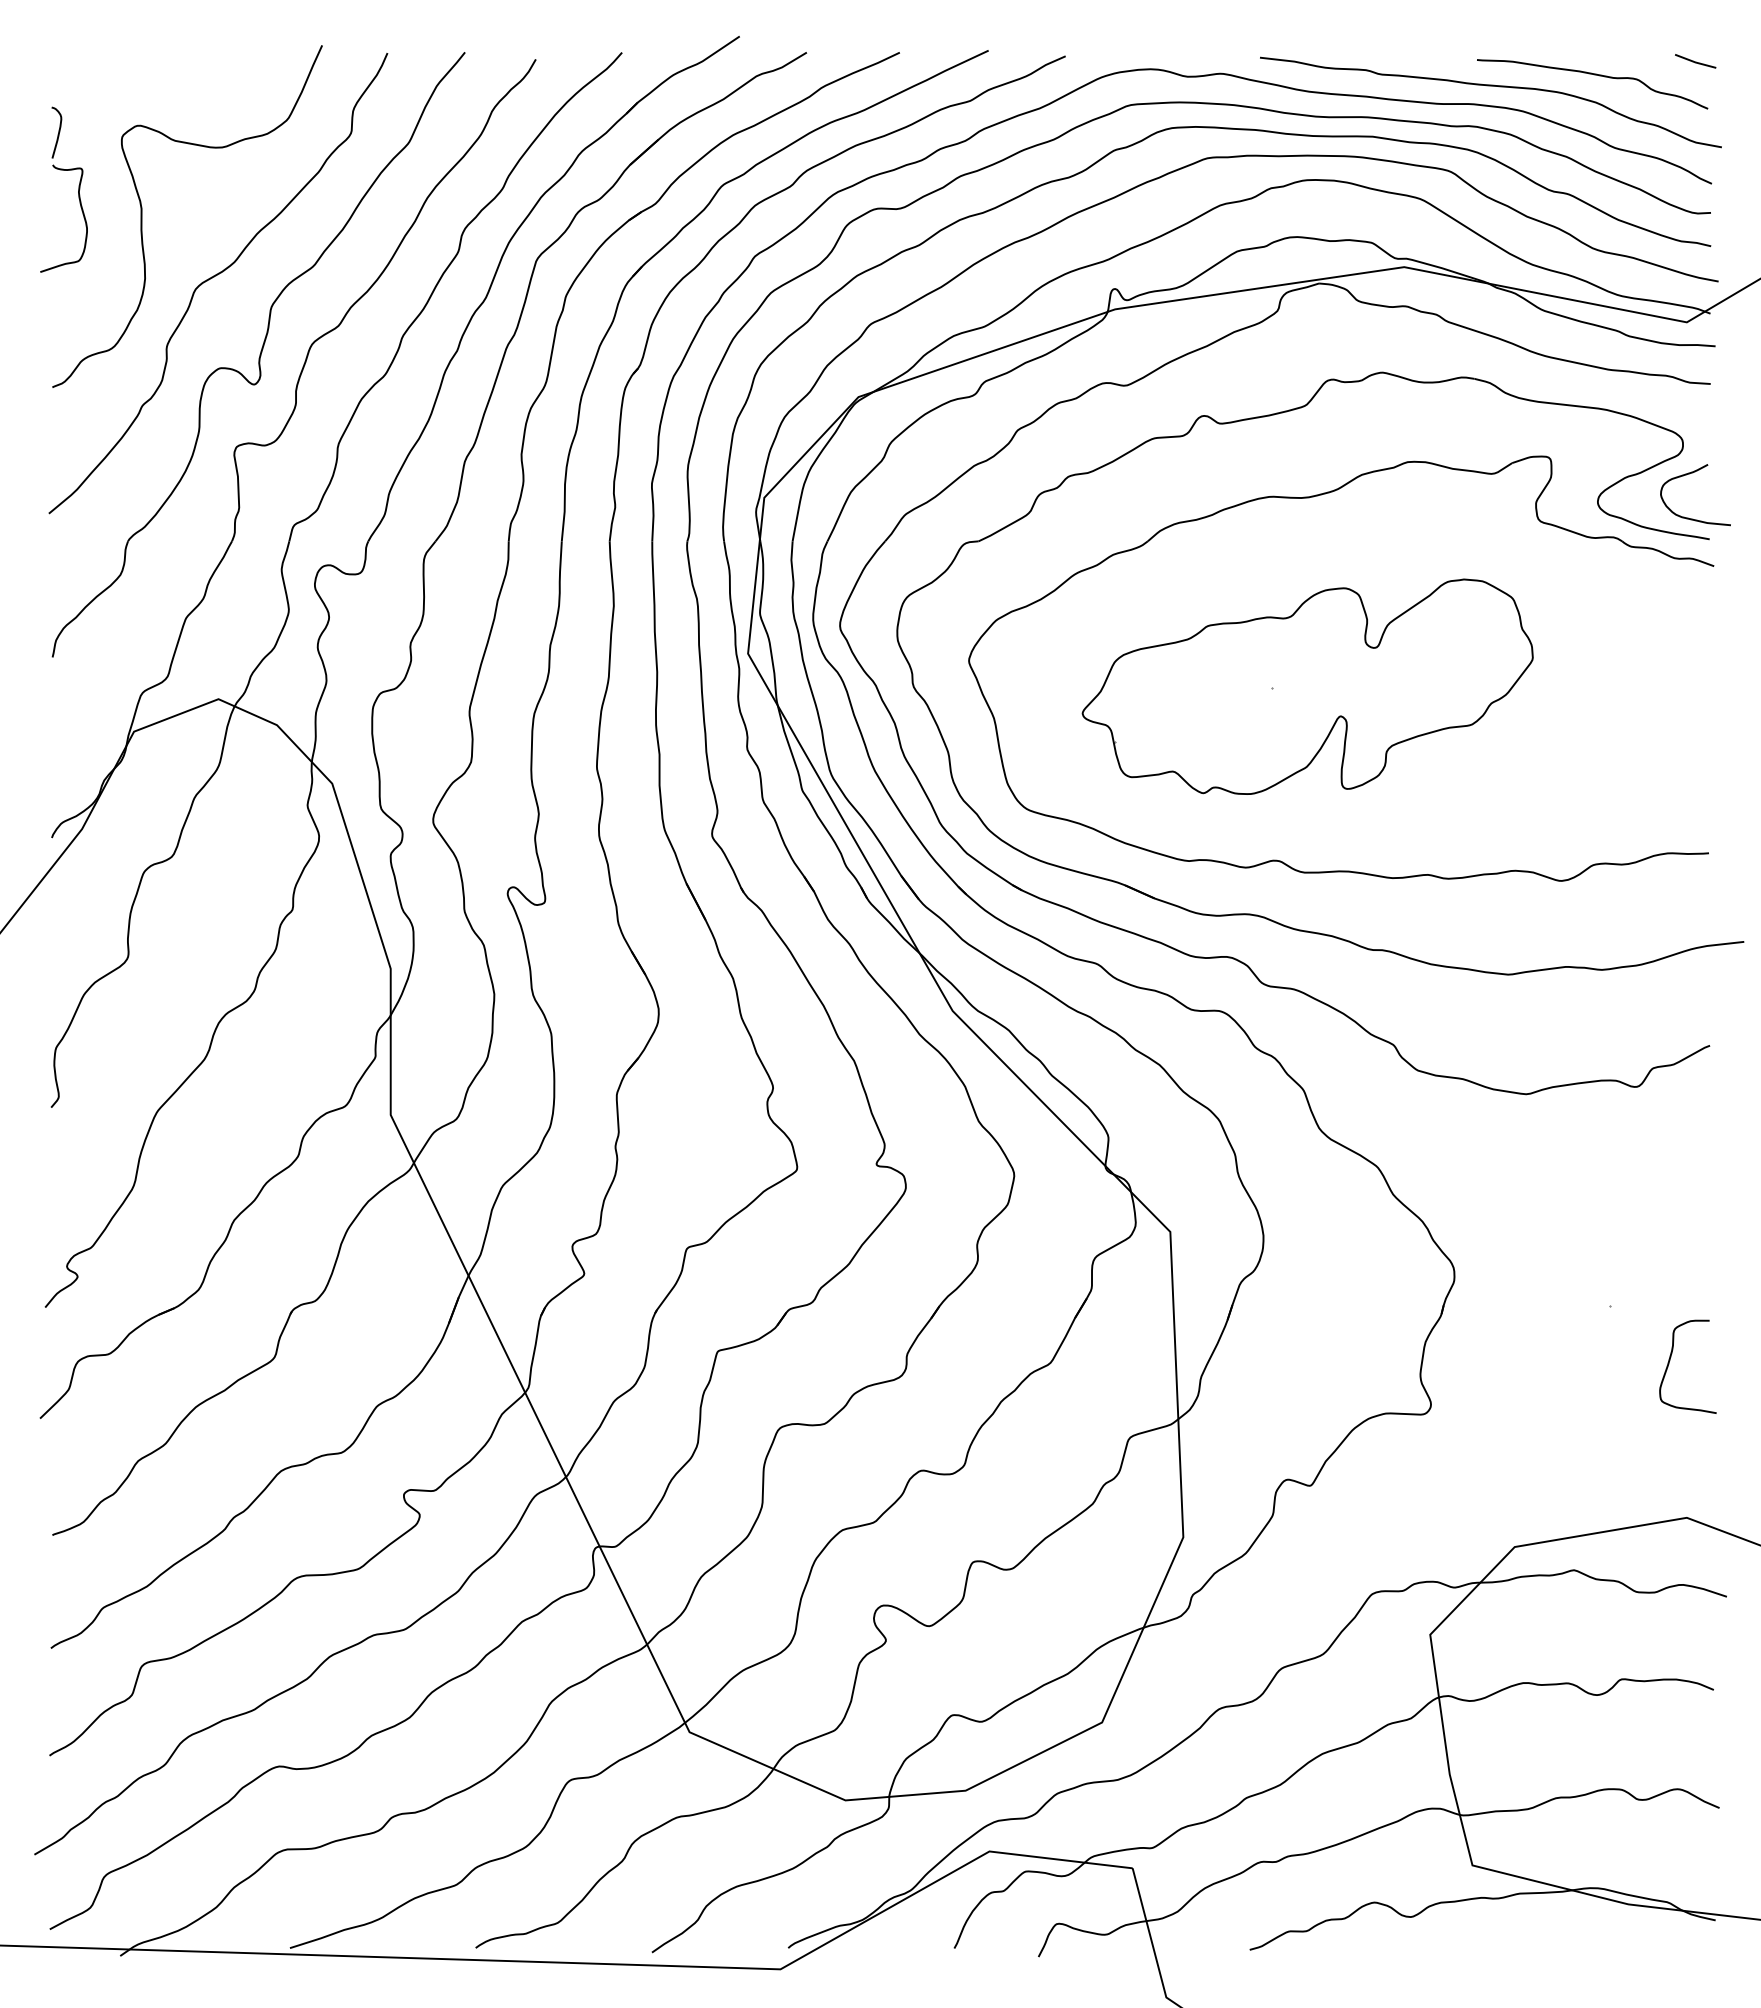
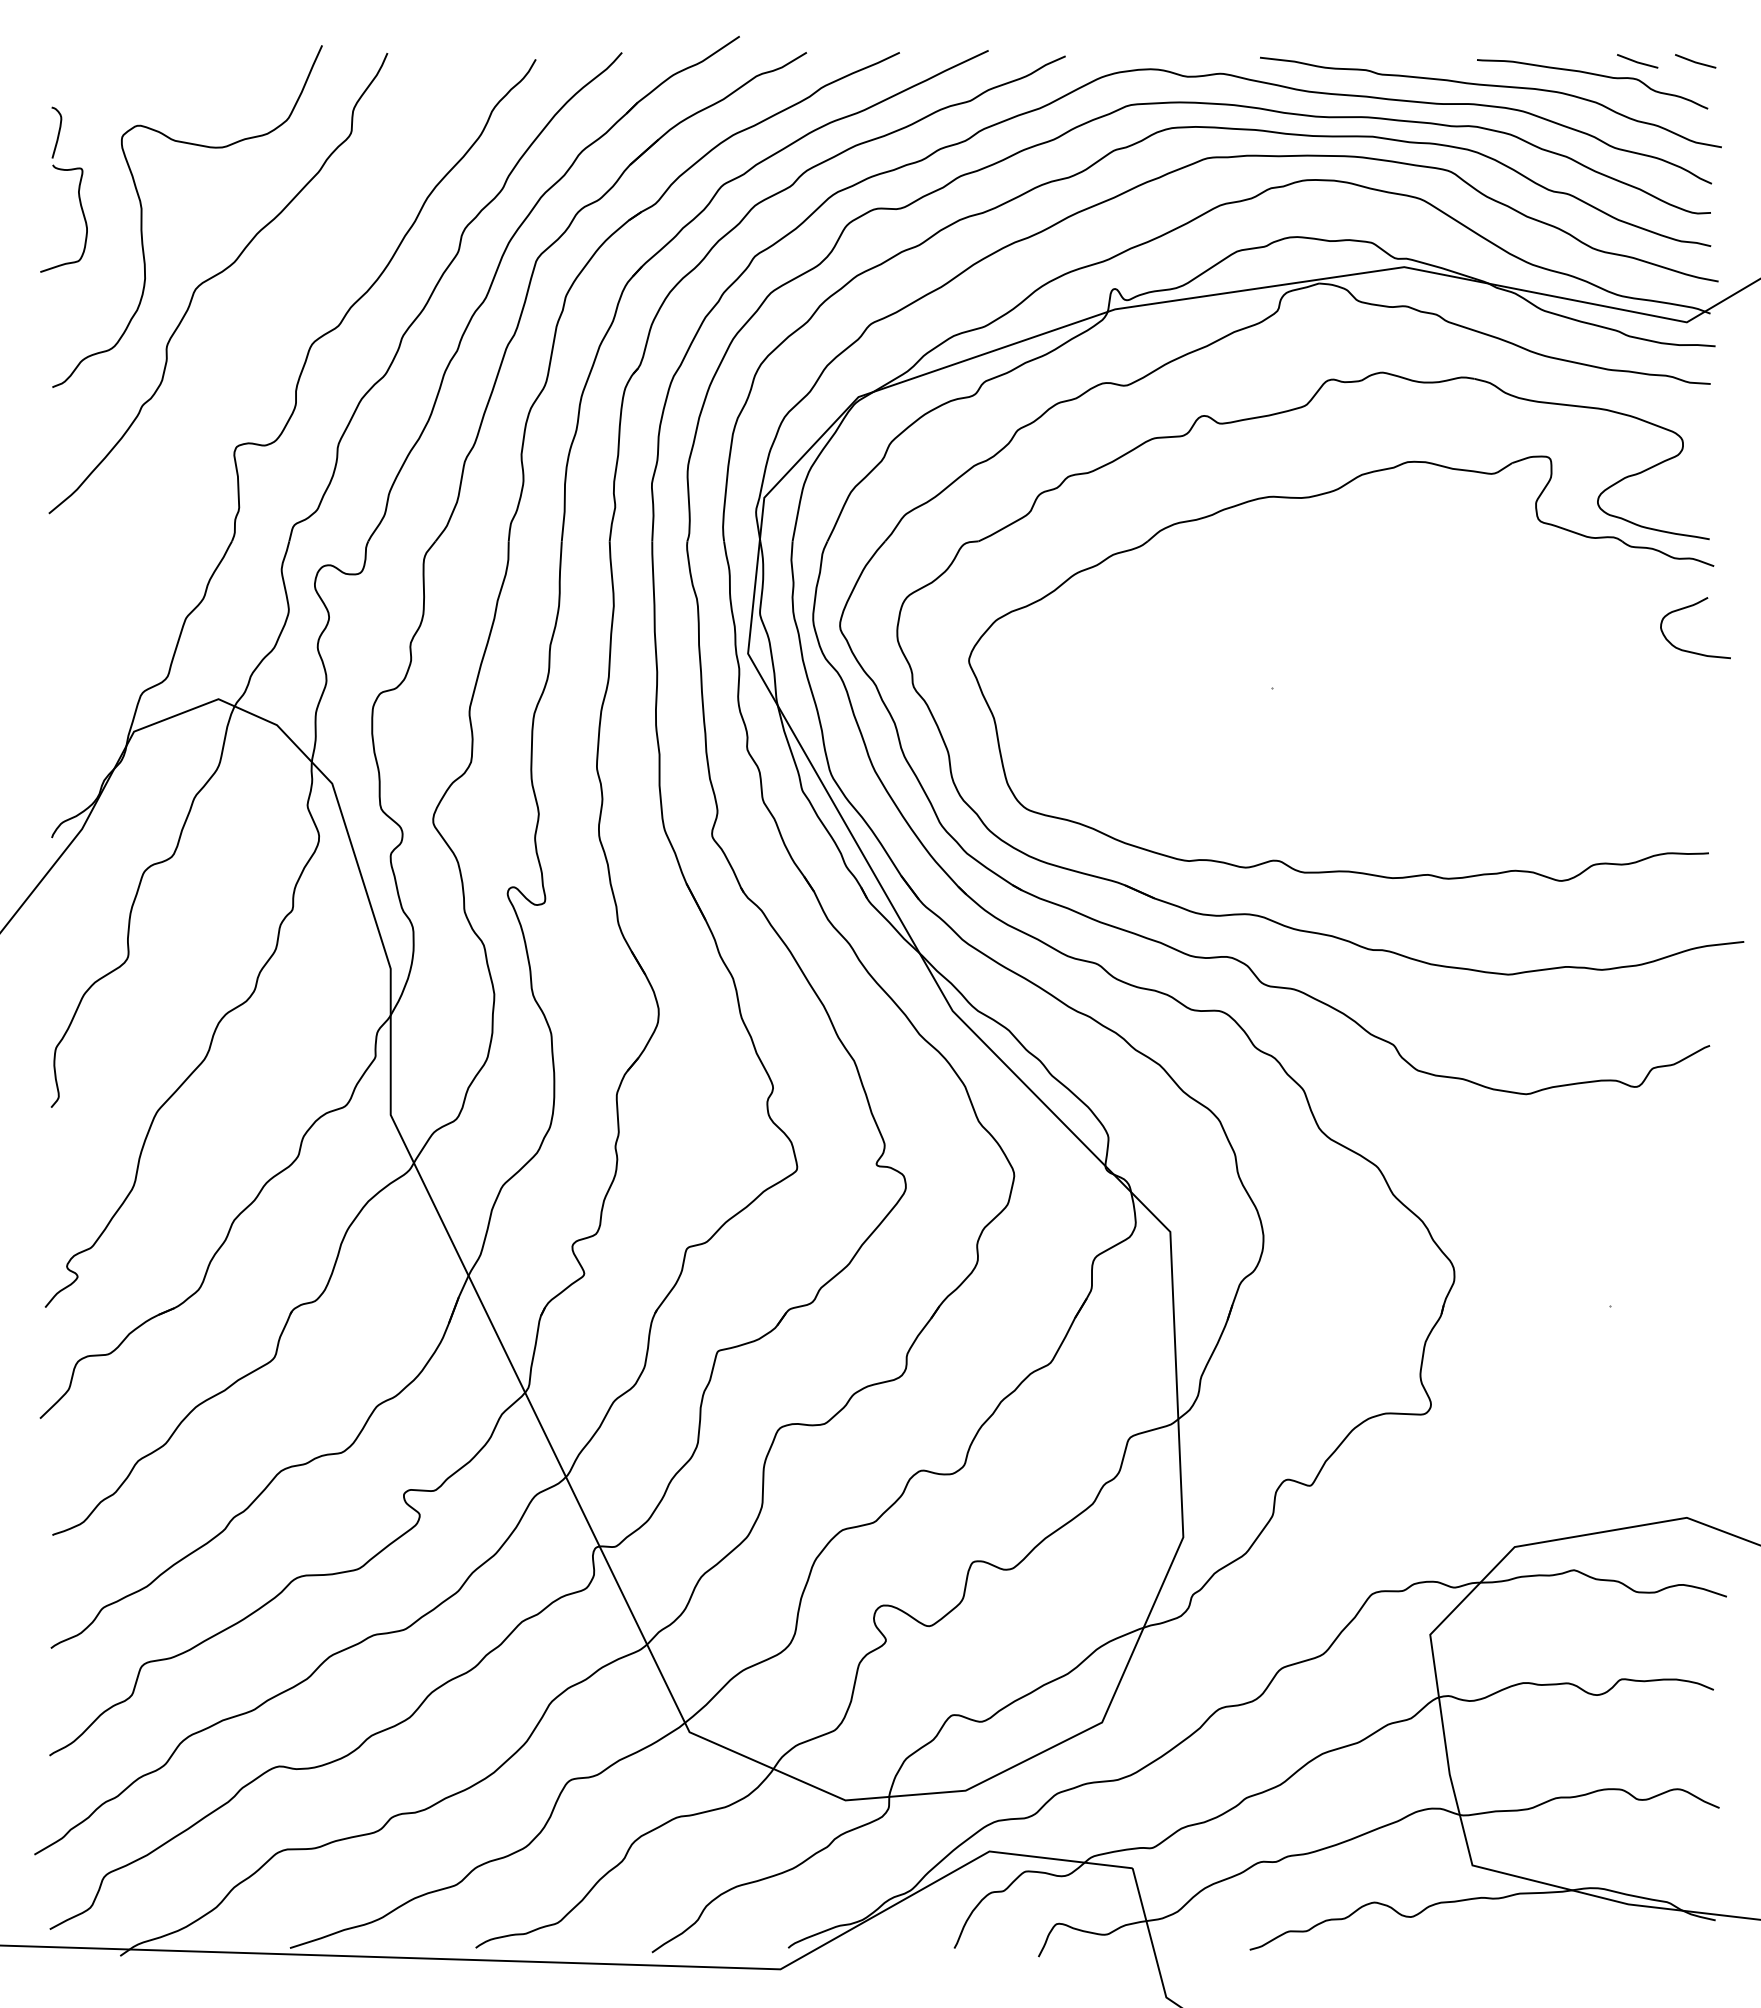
line at (1637, 61): none -> present
part at (258, 354): present -> none
curve at (1689, 474) position: (1689, 474) -> (1689, 607)
part at (1307, 686): present -> none
curve at (1670, 1360): present -> none
